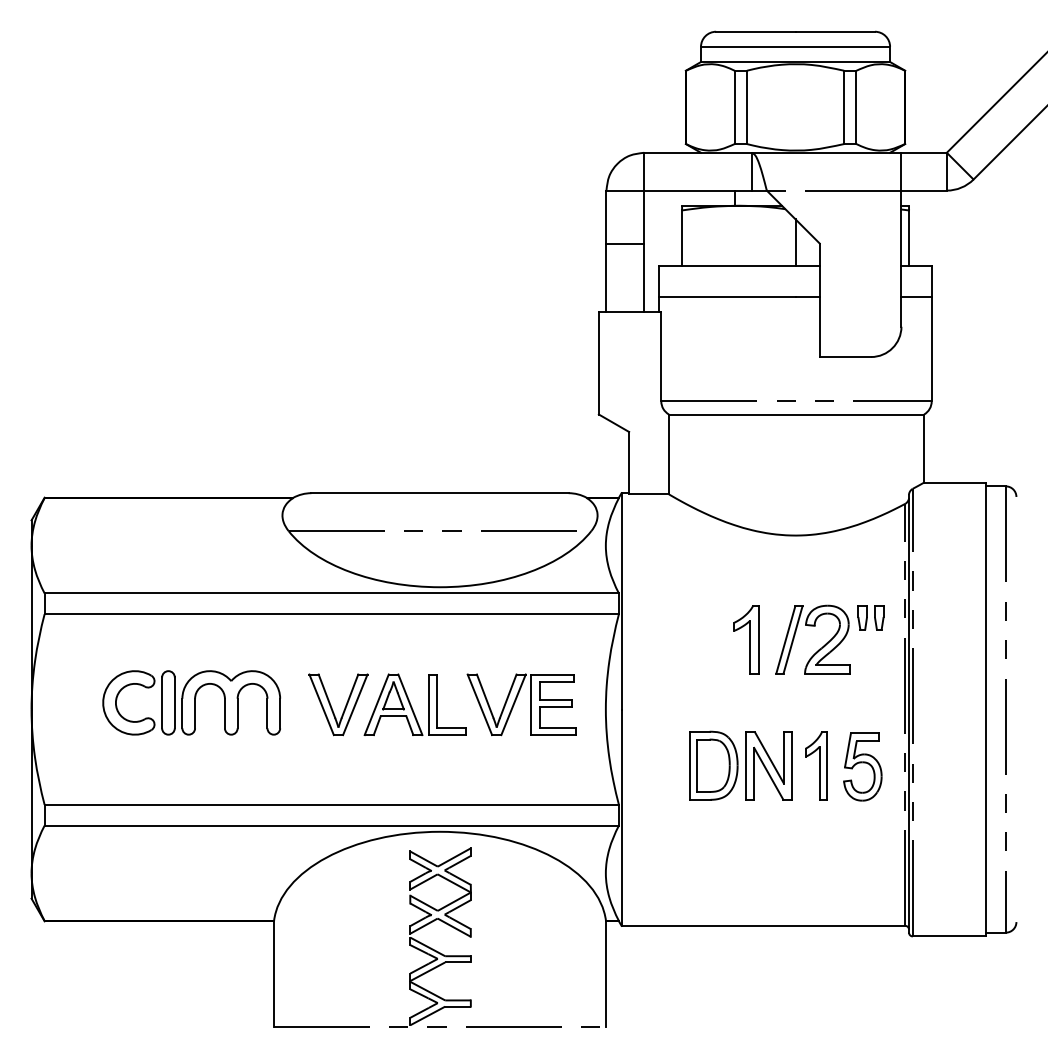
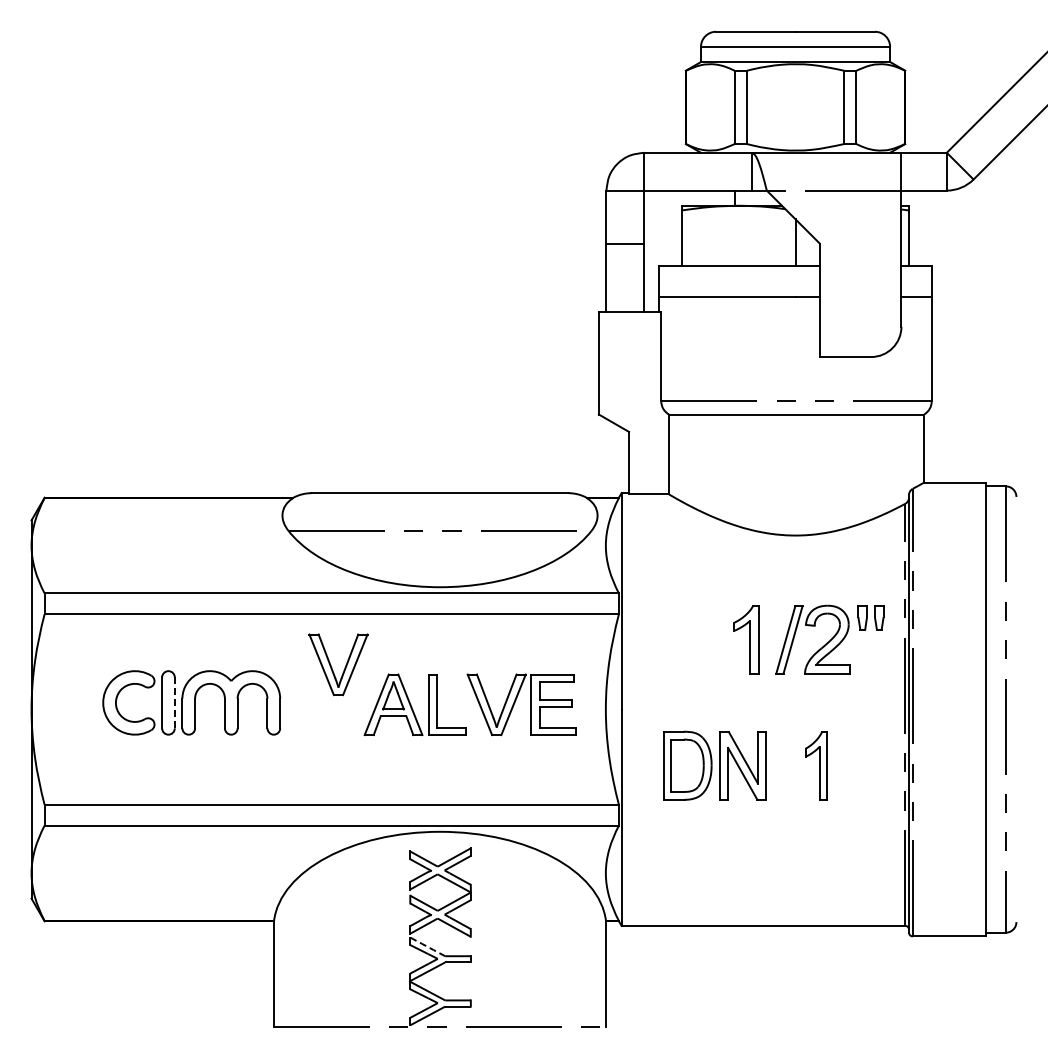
line at (174, 702): solid -> dashed
part at (332, 707) position: (332, 707) -> (332, 667)
part at (740, 765) position: (740, 765) -> (714, 765)
part at (862, 766): present -> none
line at (427, 946): solid -> dashed
